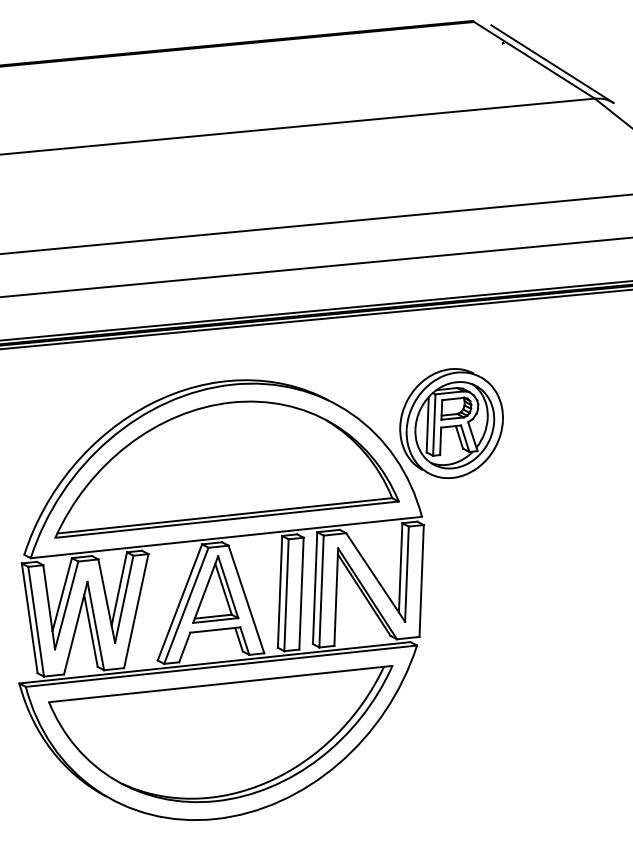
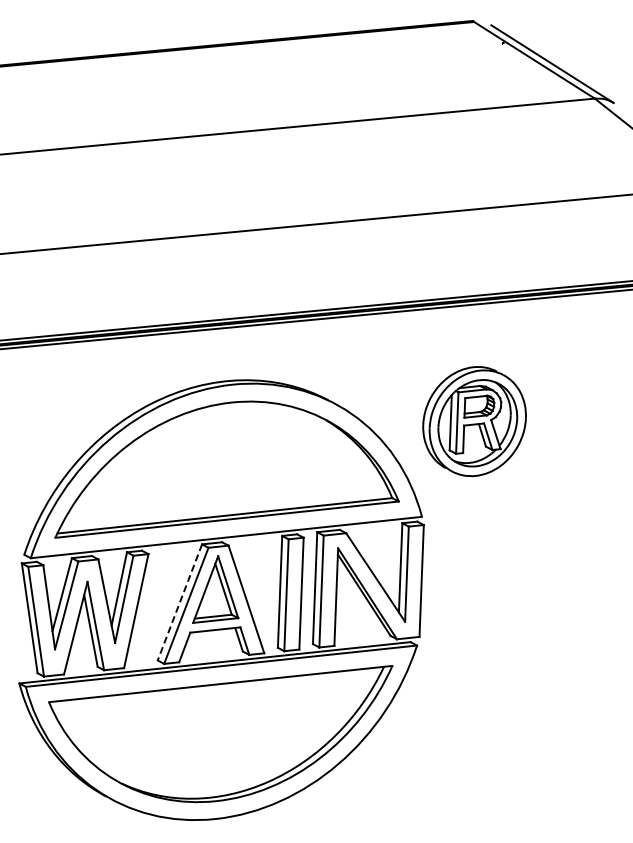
line at (315, 266): present -> none
part at (451, 423) position: (451, 423) -> (474, 421)
line at (179, 602): solid -> dashed
